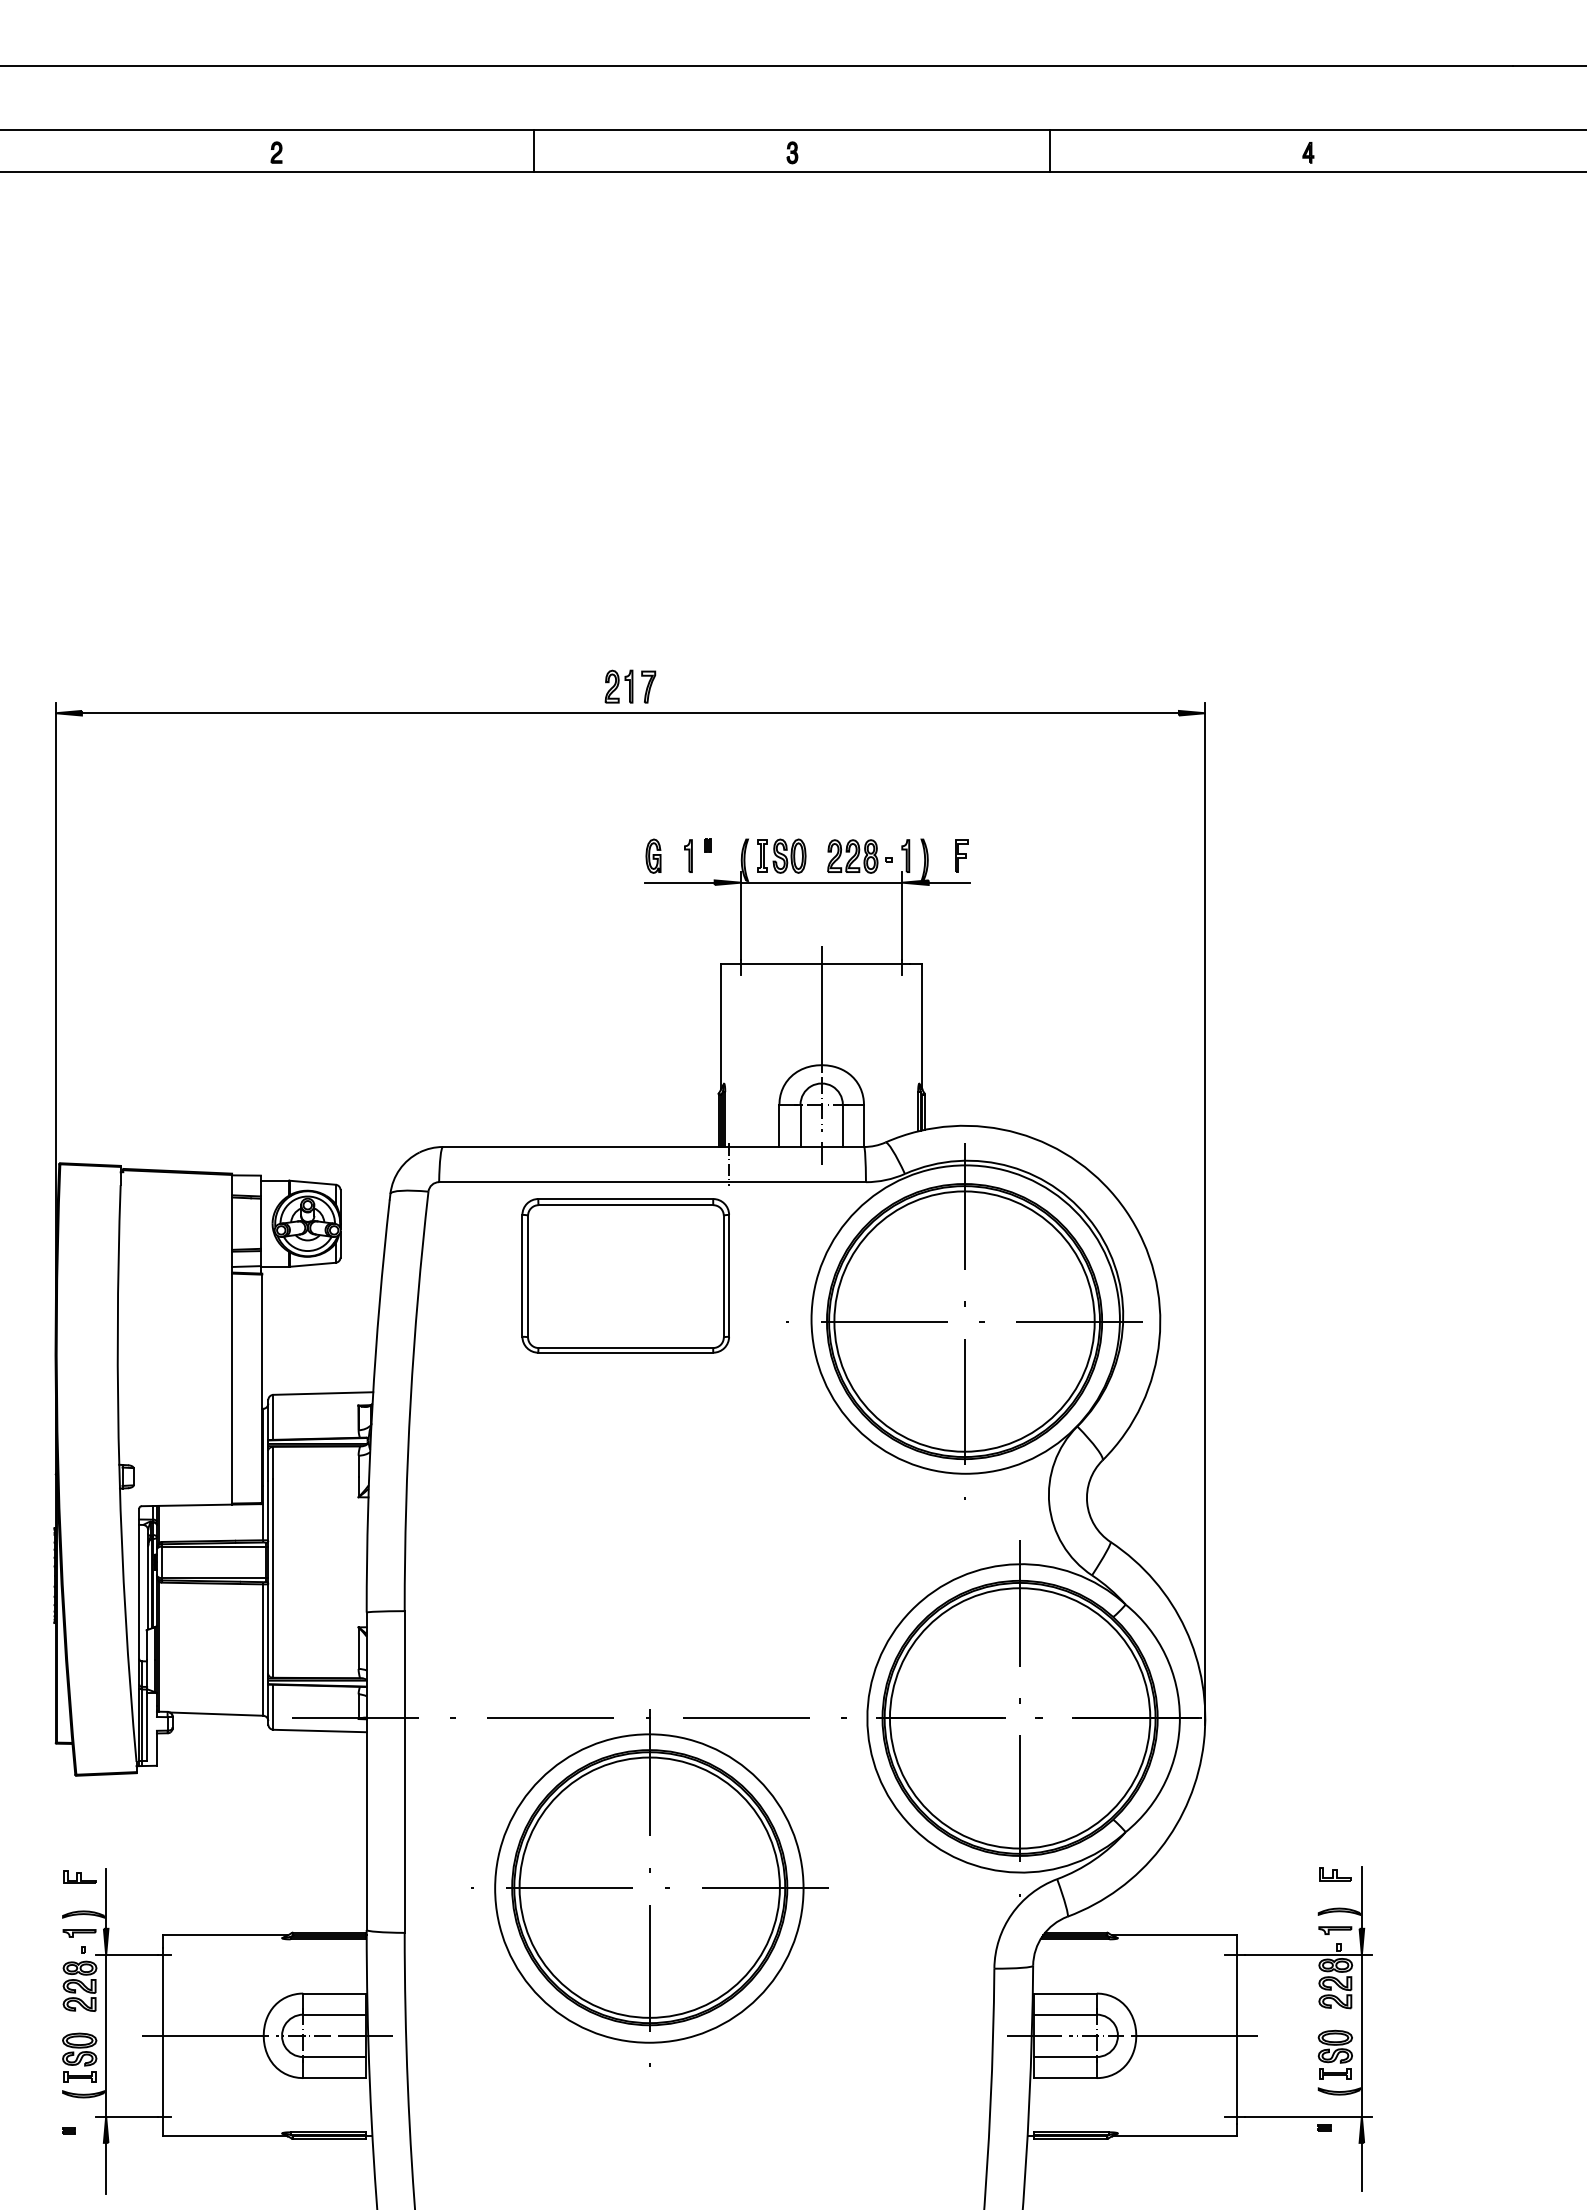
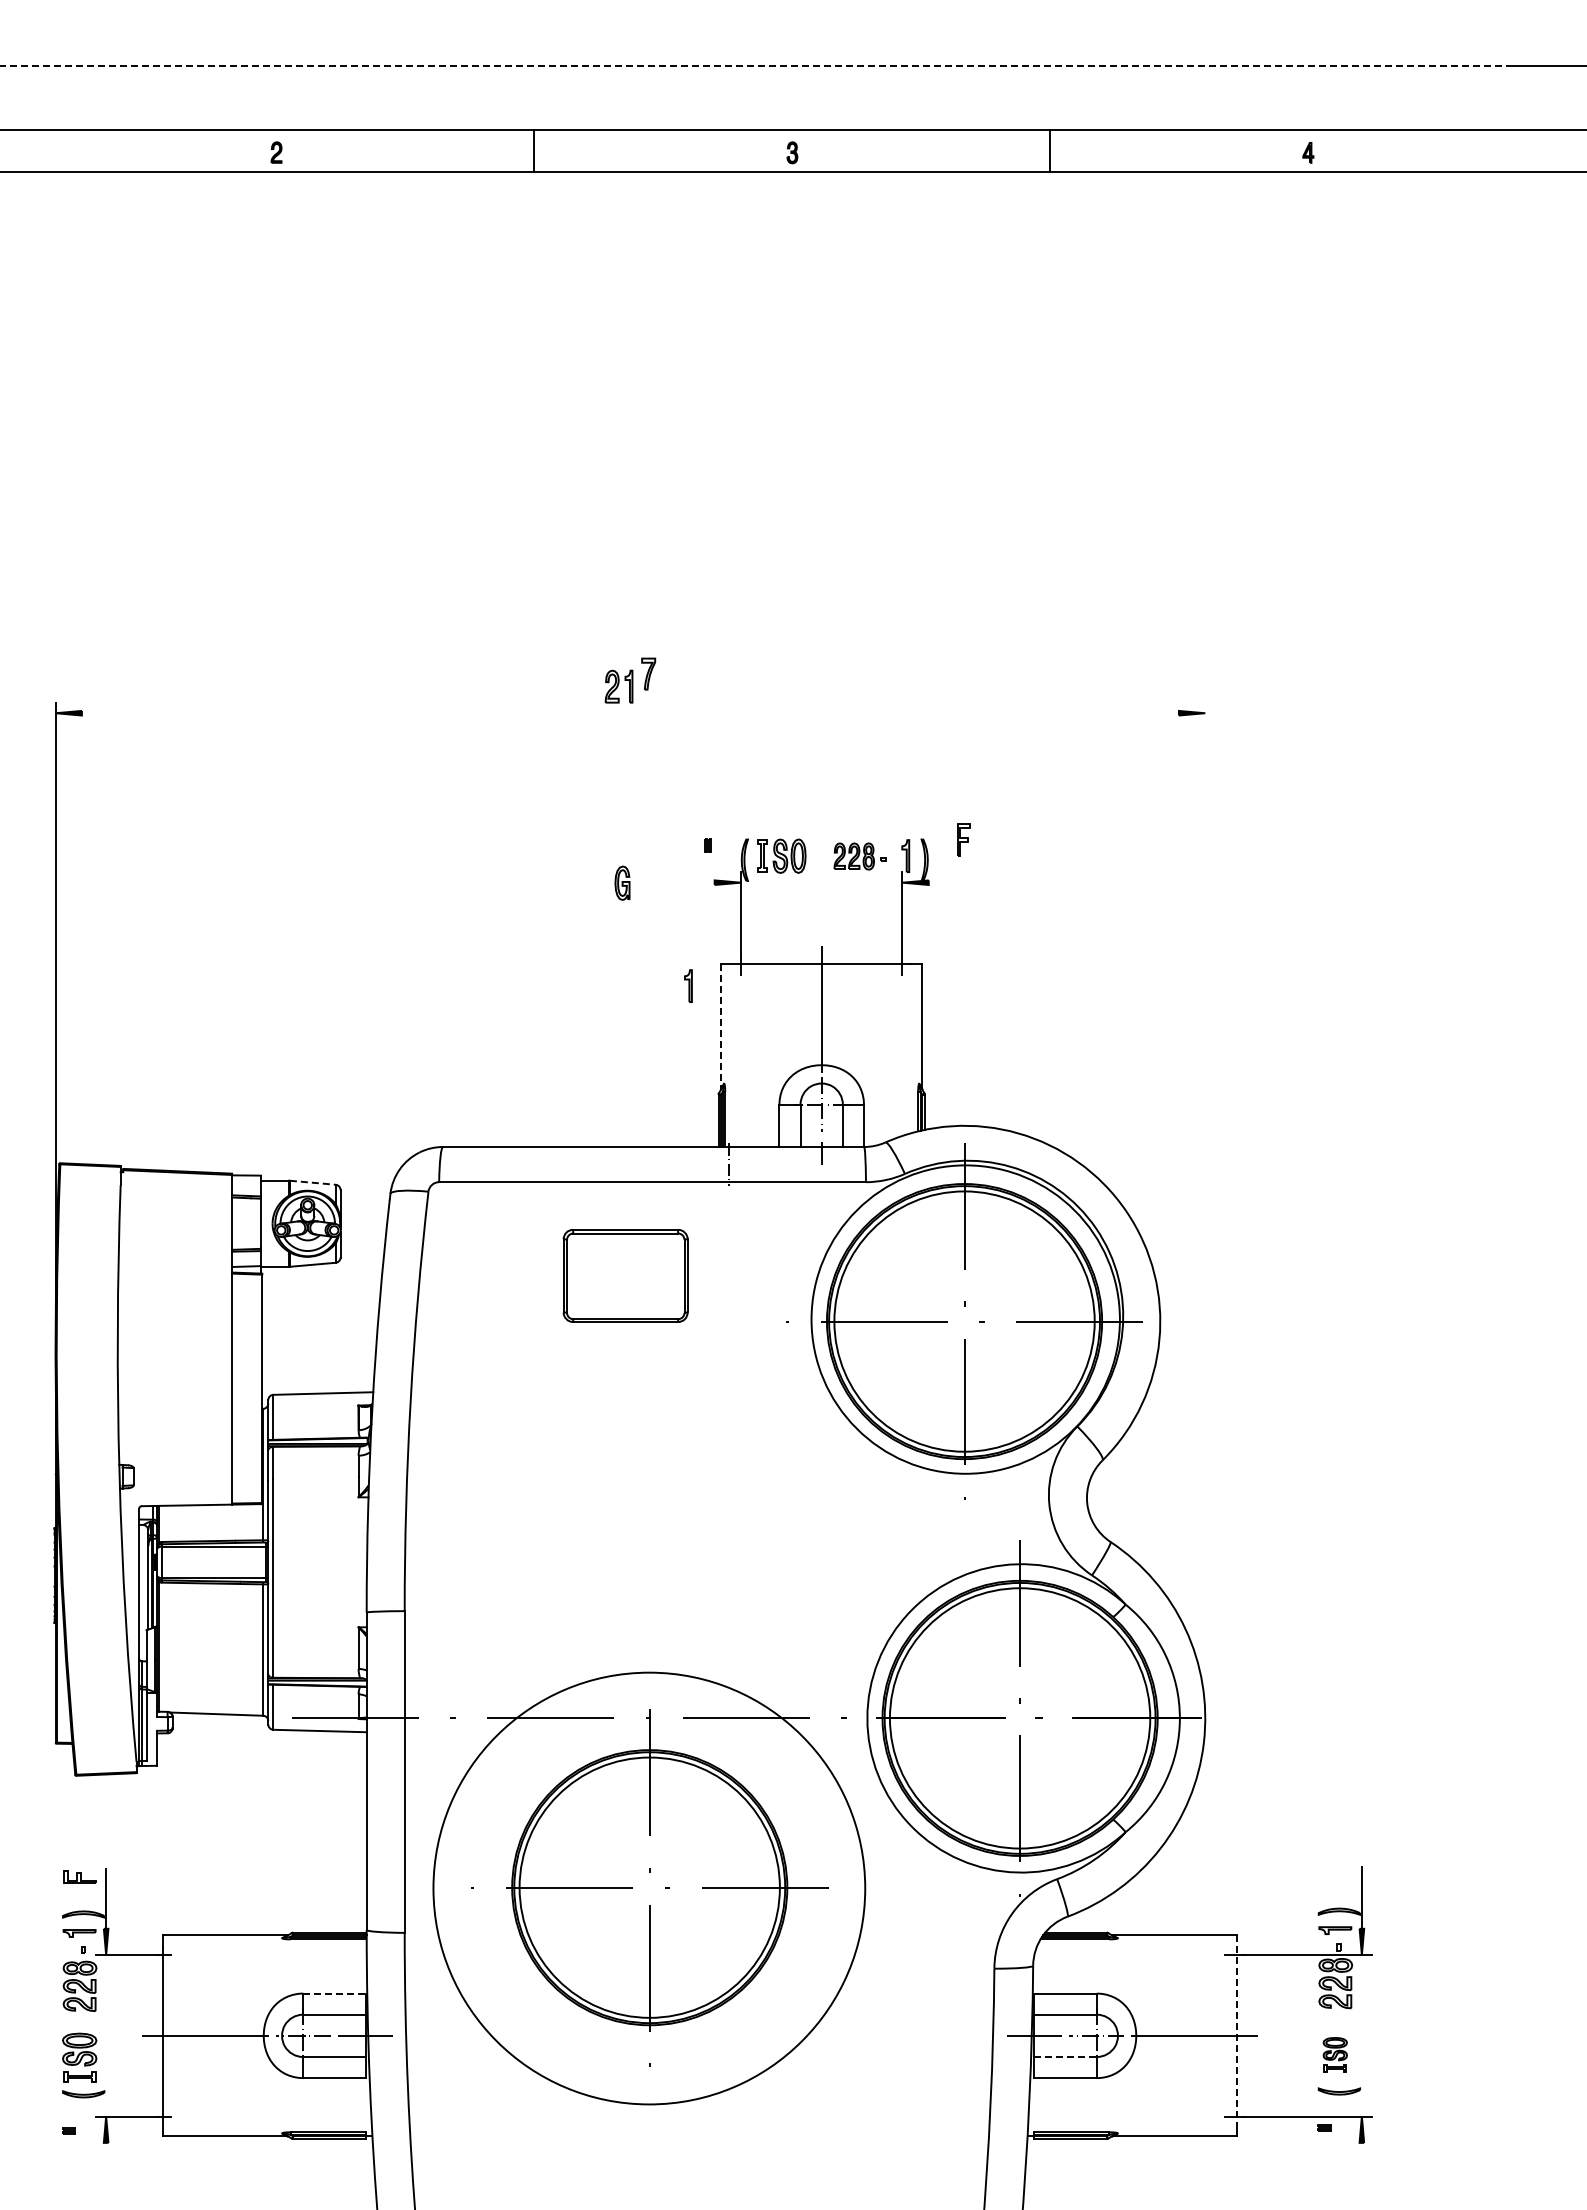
line at (756, 66): solid -> dashed
part at (648, 686) position: (648, 686) -> (648, 673)
line at (629, 713): present -> none
part at (653, 855) position: (653, 855) -> (622, 882)
part at (688, 855) position: (688, 855) -> (688, 985)
part at (961, 855) position: (961, 855) -> (963, 839)
part at (859, 856) size: 66x35 px -> 54x29 px
line at (679, 882): present -> none
line at (821, 882): present -> none
line at (948, 882): present -> none
line at (721, 1027): solid -> dashed
line at (312, 1182): solid -> dashed
line at (1205, 1213): present -> none
part at (625, 1275) size: 209x156 px -> 127x94 px
part at (1335, 1874): present -> none
circle at (649, 1888) diameter: 308 px -> 432 px
line at (335, 1993): solid -> dashed
line at (1237, 2030): solid -> dashed
line at (106, 2035): present -> none
line at (1361, 2035): present -> none
part at (1334, 2054) size: 36x51 px -> 26x36 px
line at (1066, 2057): solid -> dashed
line at (1361, 2166): present -> none
line at (106, 2167): present -> none
